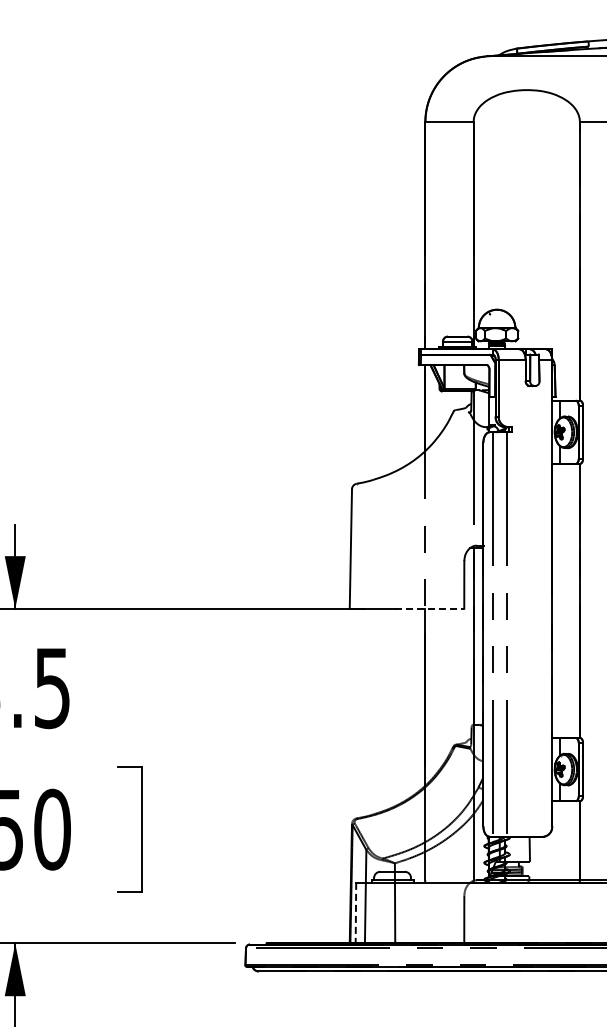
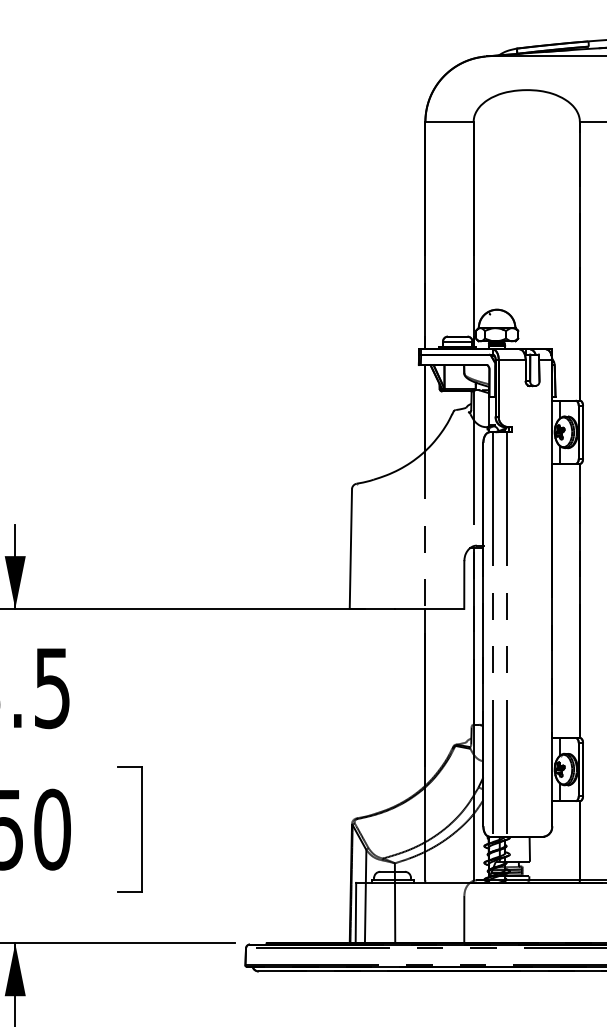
line at (429, 608): dashed -> solid
line at (355, 913): dashed -> solid
